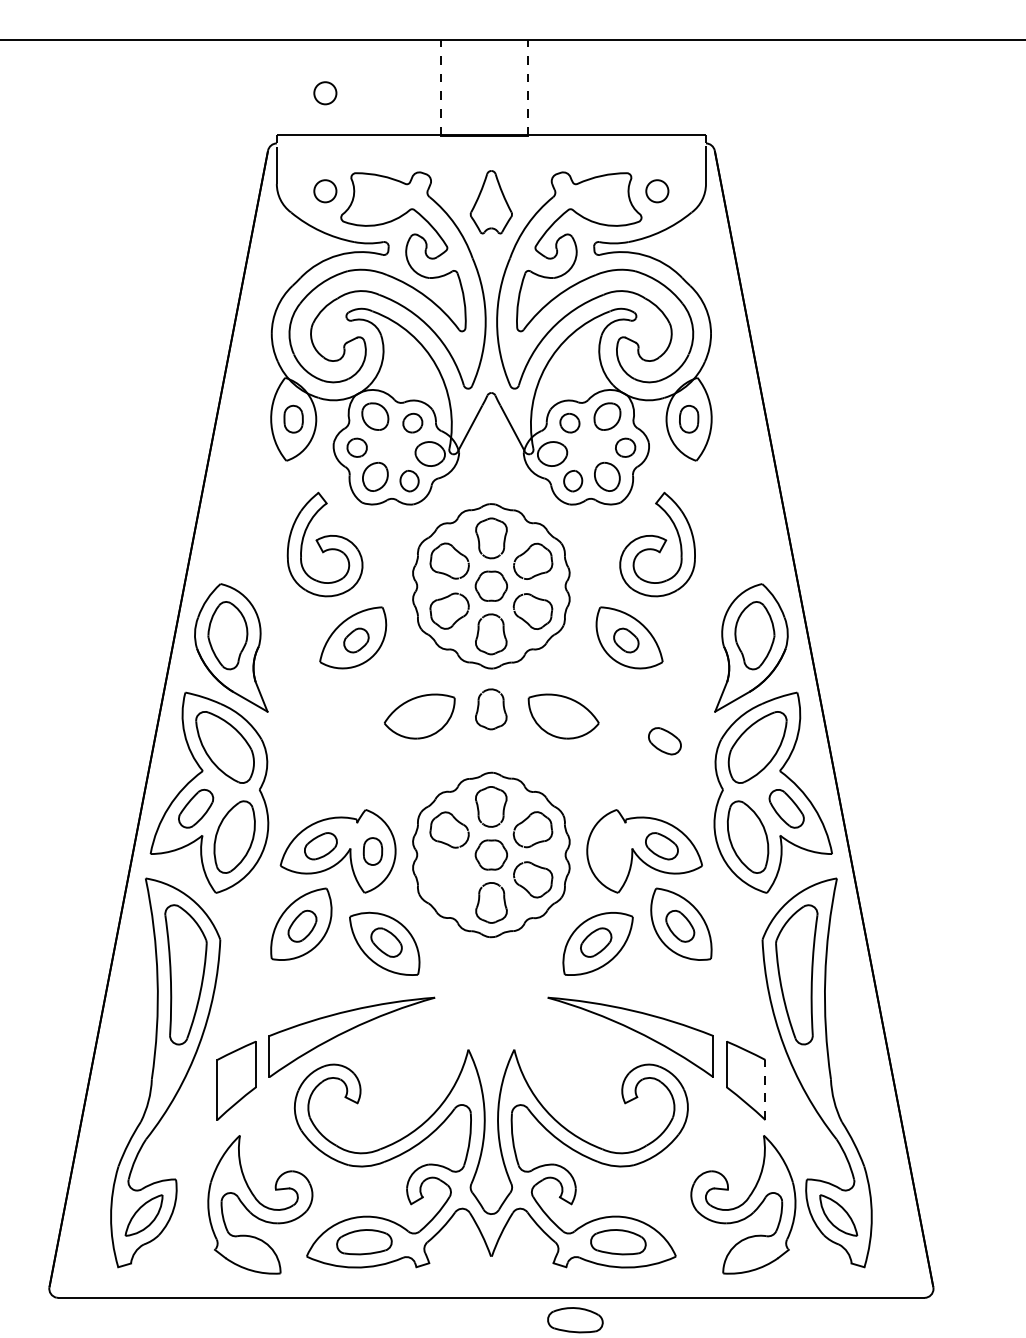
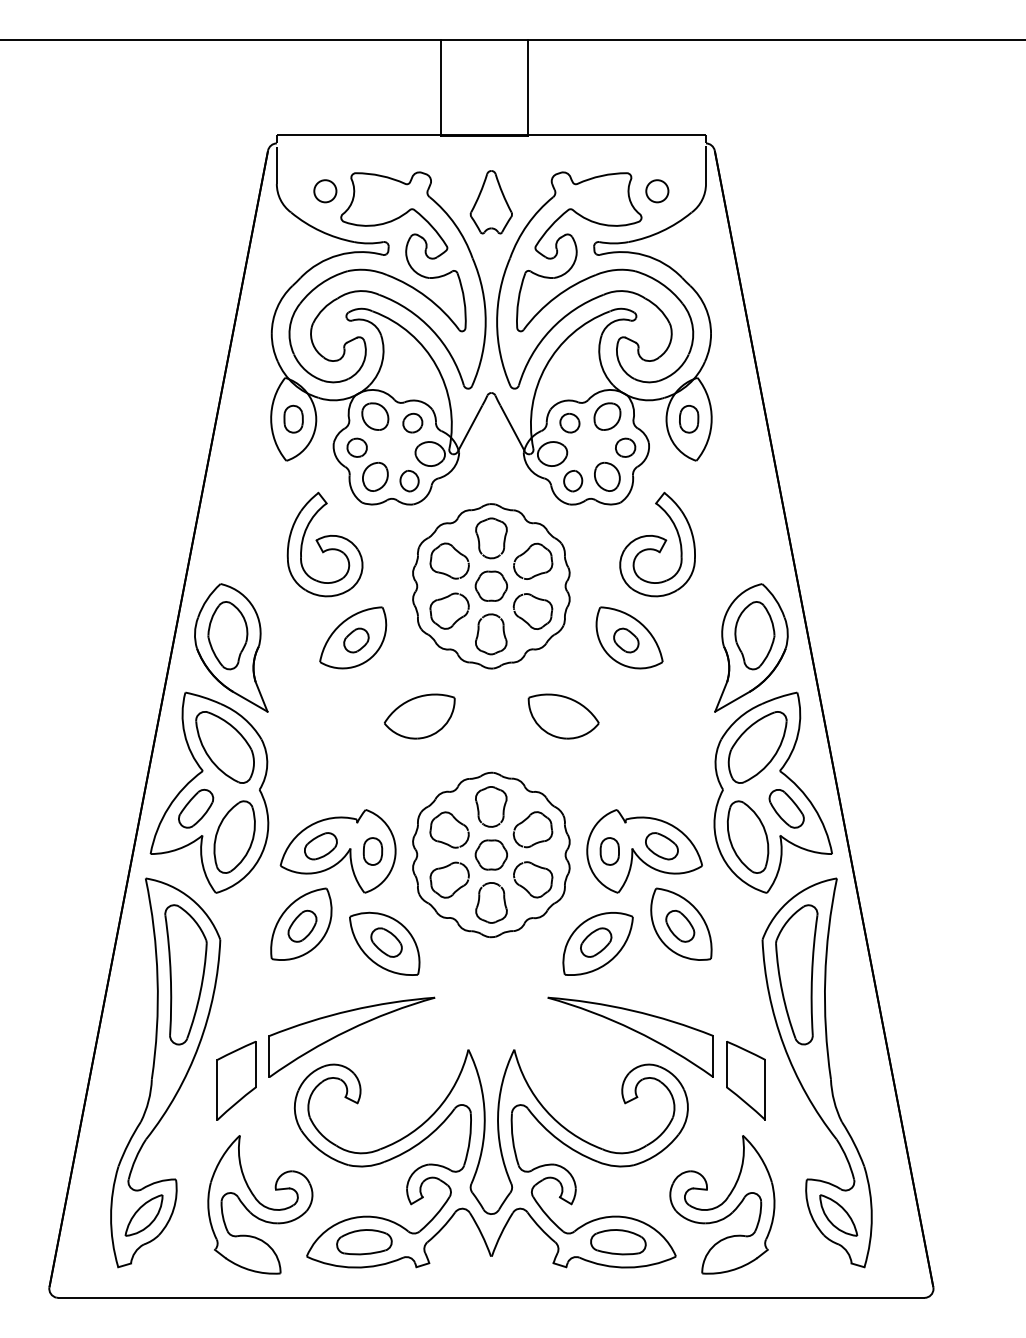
line at (440, 87): dashed -> solid
line at (527, 87): dashed -> solid
circle at (325, 93): present -> none
part at (491, 709): present -> none
part at (664, 741): present -> none
part at (609, 851): none -> present
part at (449, 879): none -> present
line at (765, 1089): dashed -> solid
part at (743, 1204) position: (743, 1204) -> (722, 1204)
part at (575, 1320): present -> none
